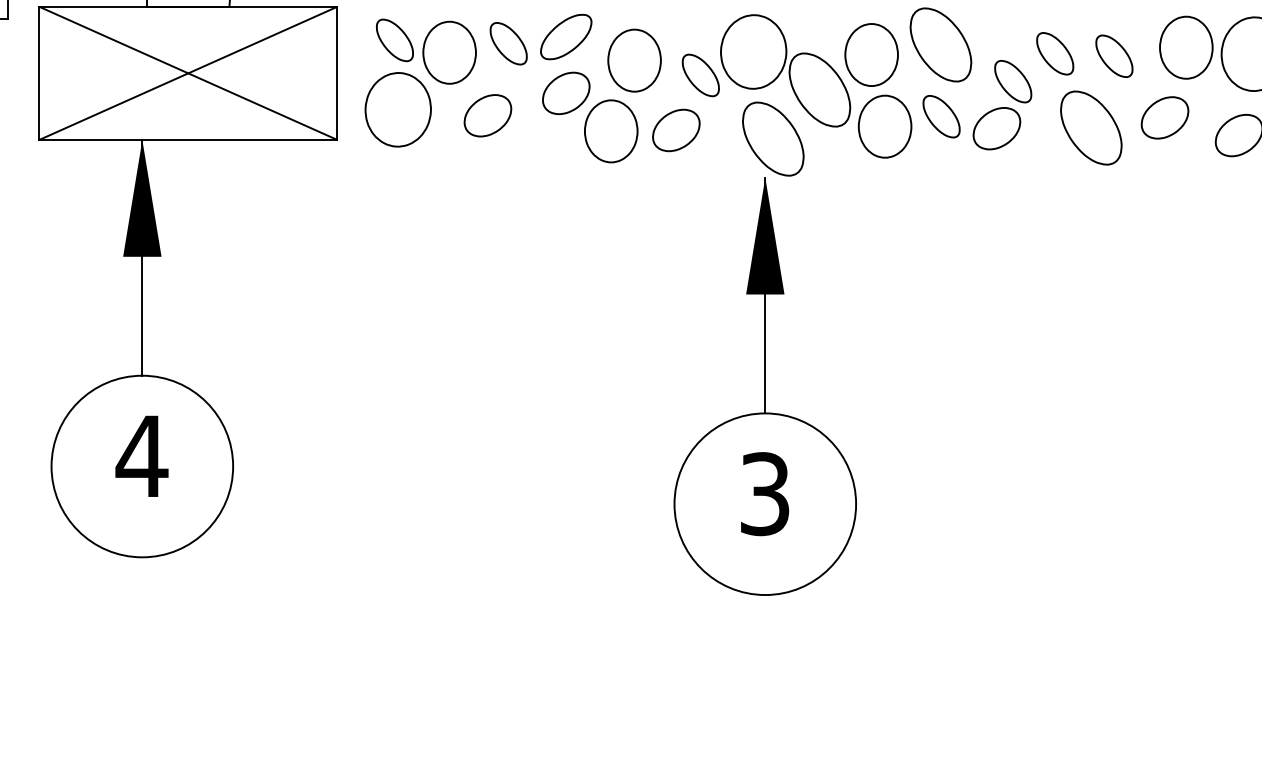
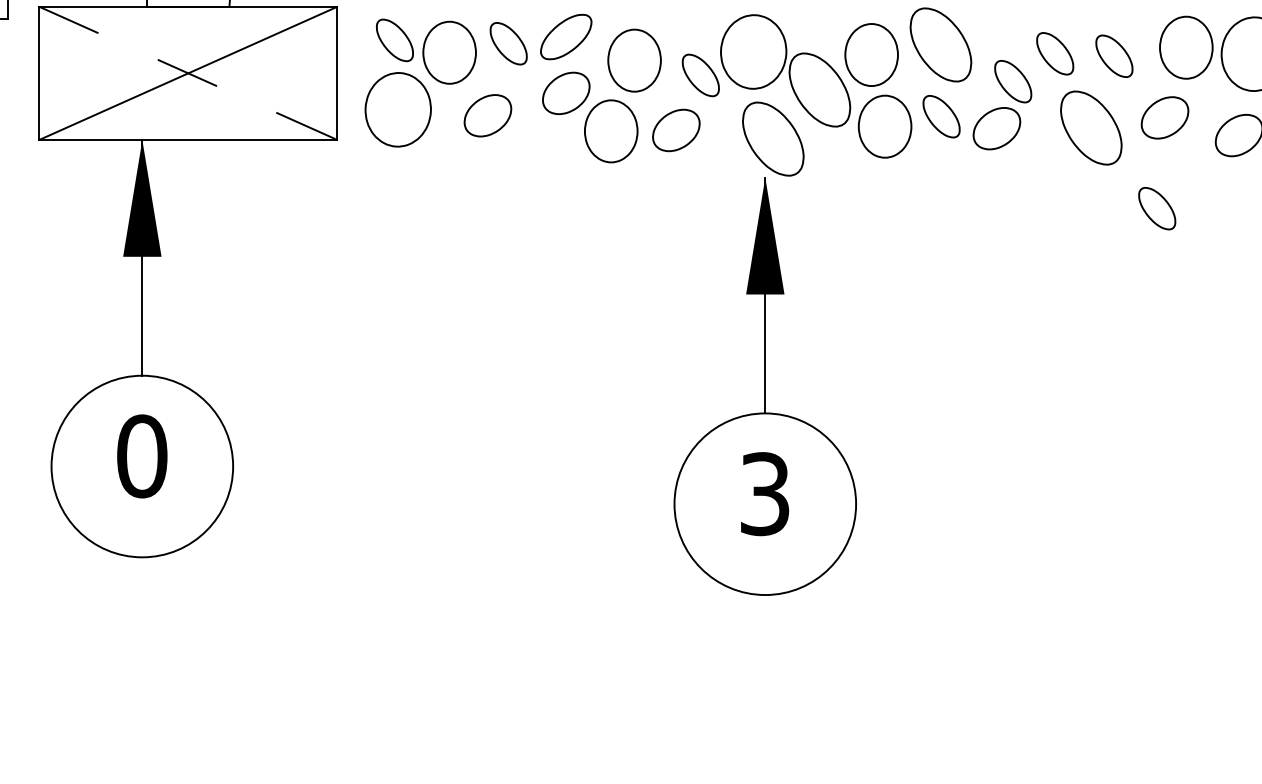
line at (188, 73): solid -> dashed
part at (1157, 208): none -> present
text at (141, 456): 4 -> 0
